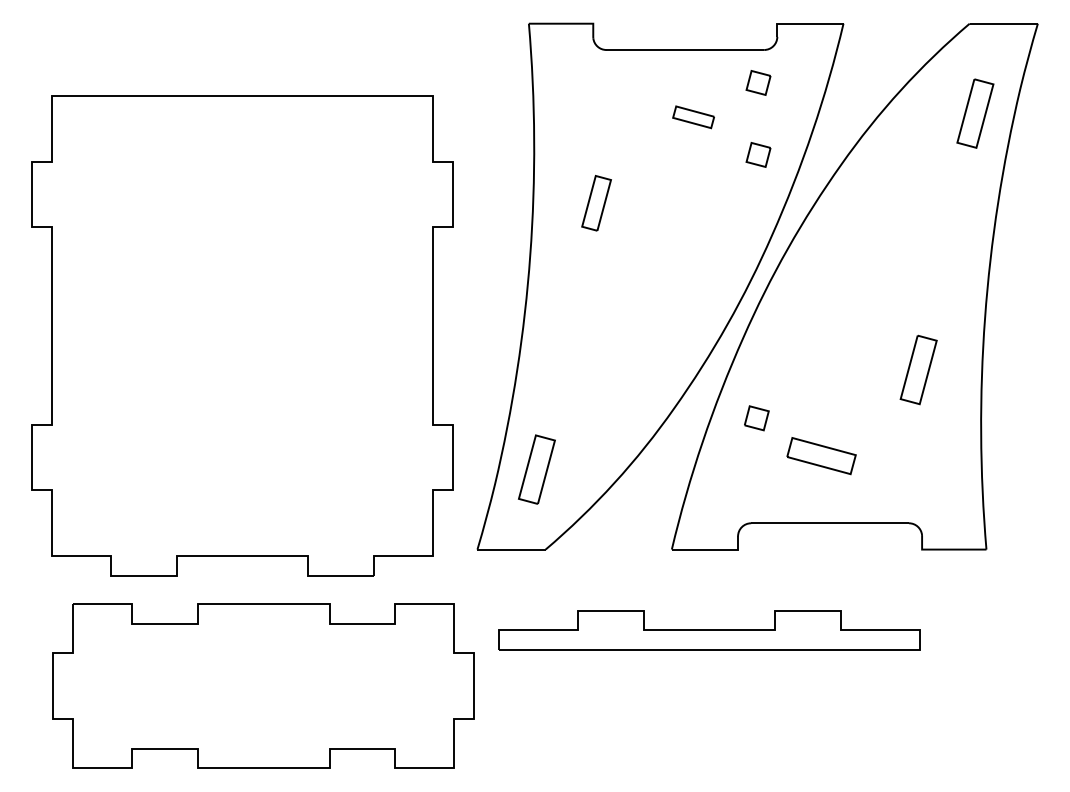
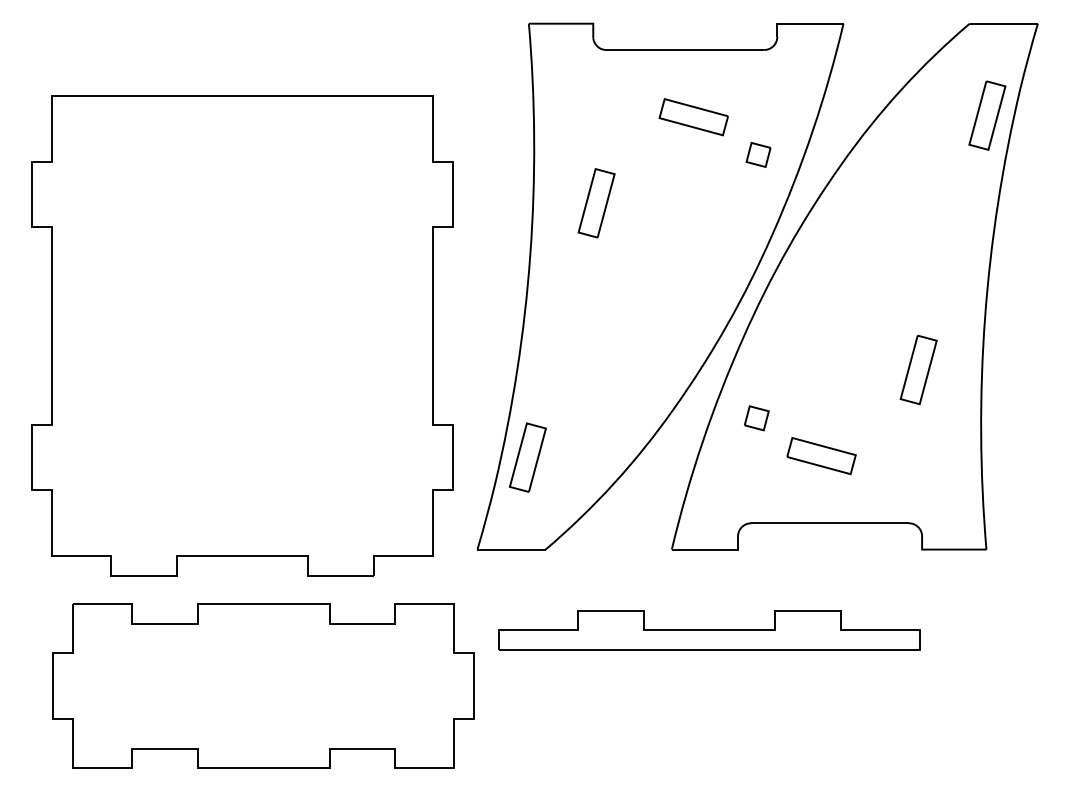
part at (758, 82): present -> none
part at (975, 113) position: (975, 113) -> (987, 115)
part at (693, 117) size: 43x25 px -> 71x39 px
part at (596, 203) size: 31x57 px -> 39x71 px
part at (536, 469) position: (536, 469) -> (527, 457)
